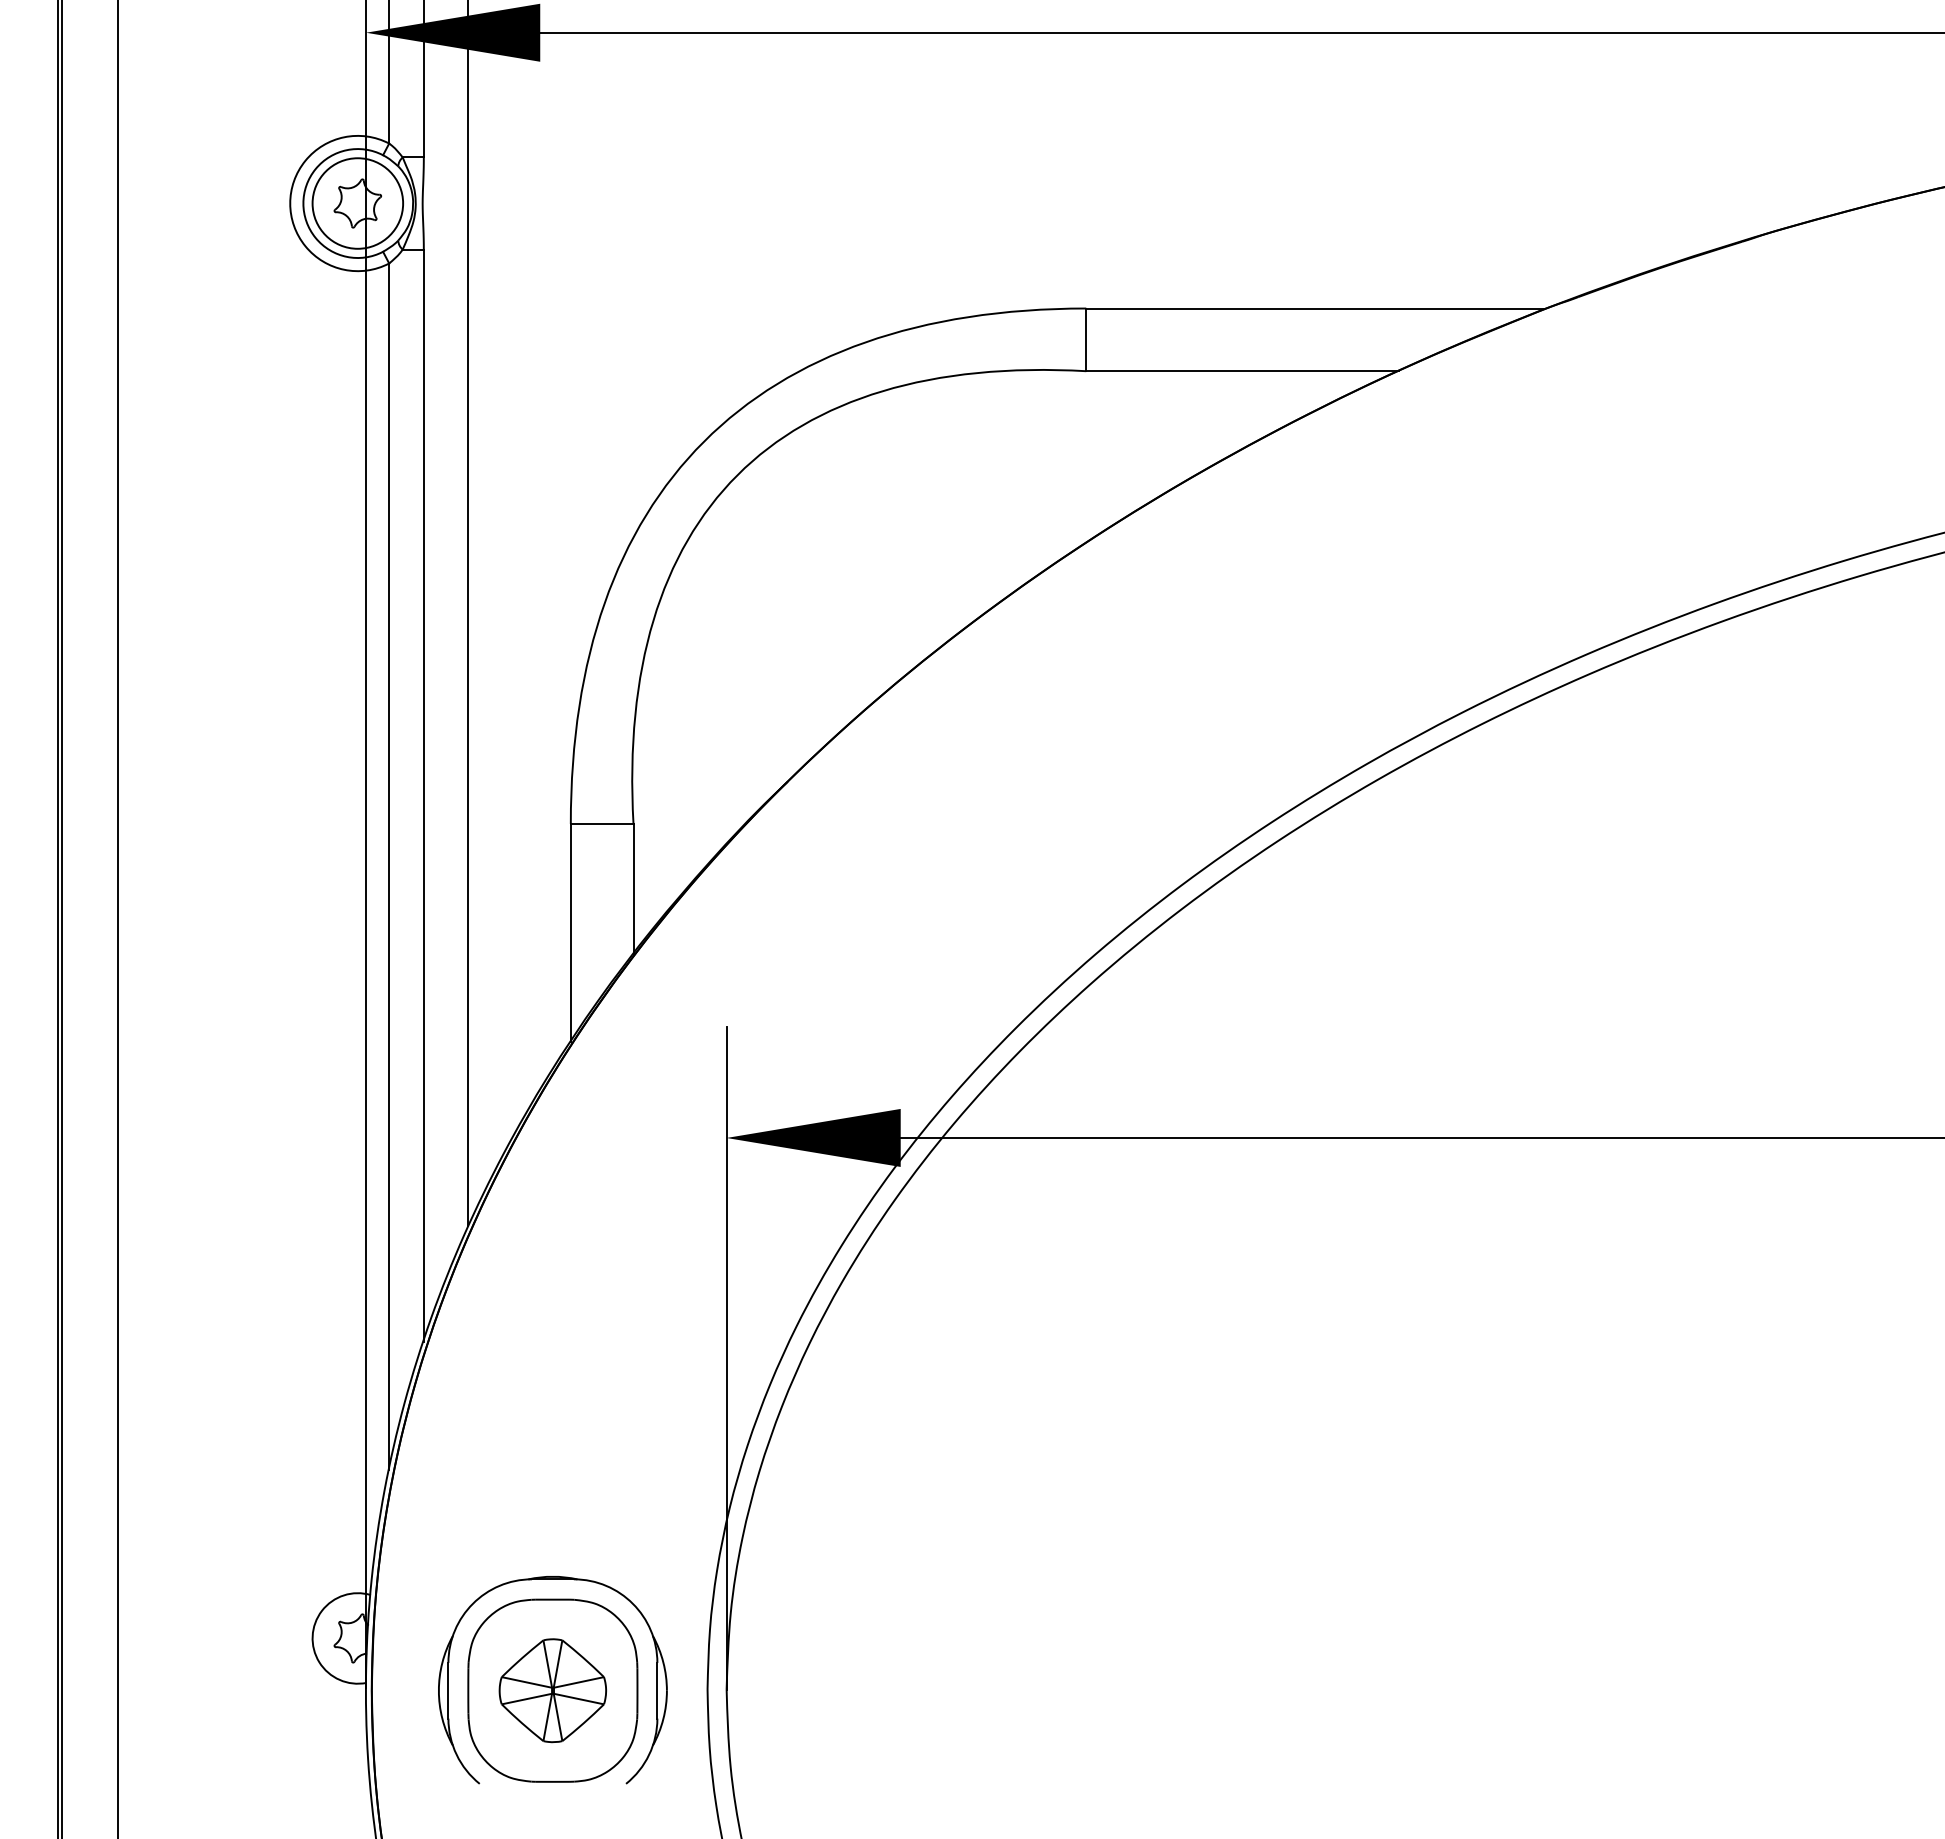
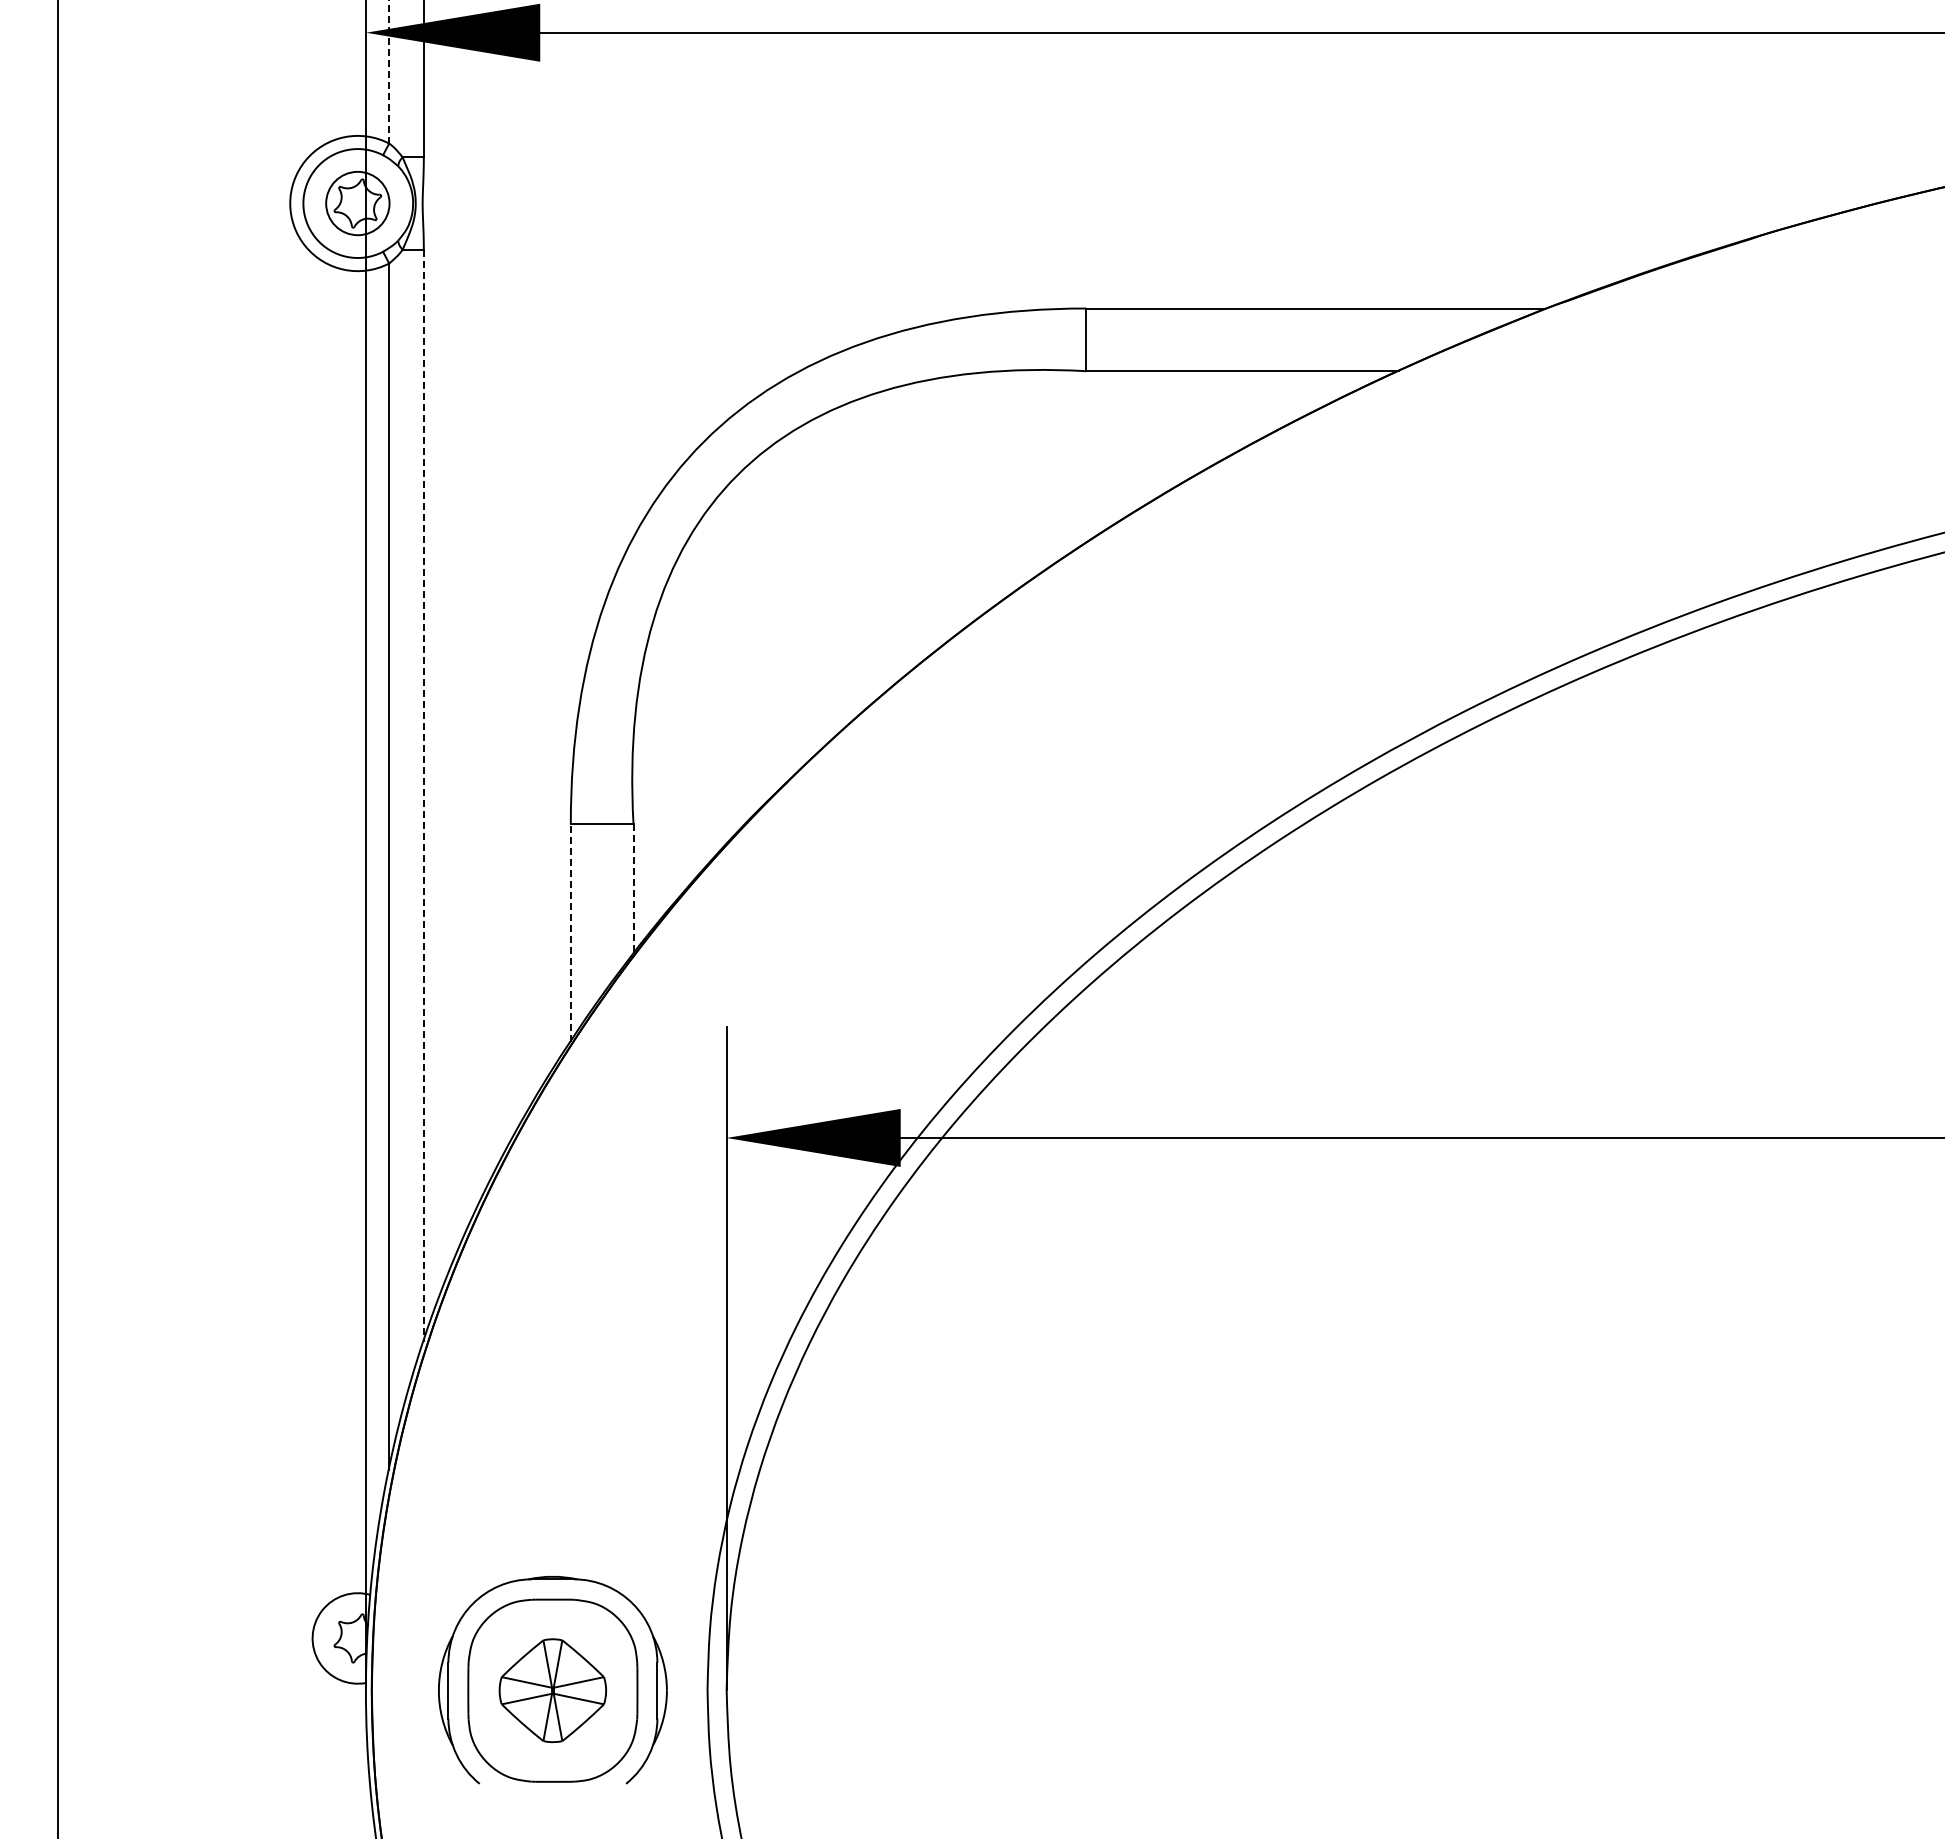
line at (389, 71): solid -> dashed
circle at (357, 203) diameter: 91 px -> 63 px
line at (468, 614): present -> none
line at (423, 796): solid -> dashed
line at (633, 889): solid -> dashed
line at (62, 918): present -> none
line at (117, 918): present -> none
line at (570, 932): solid -> dashed
